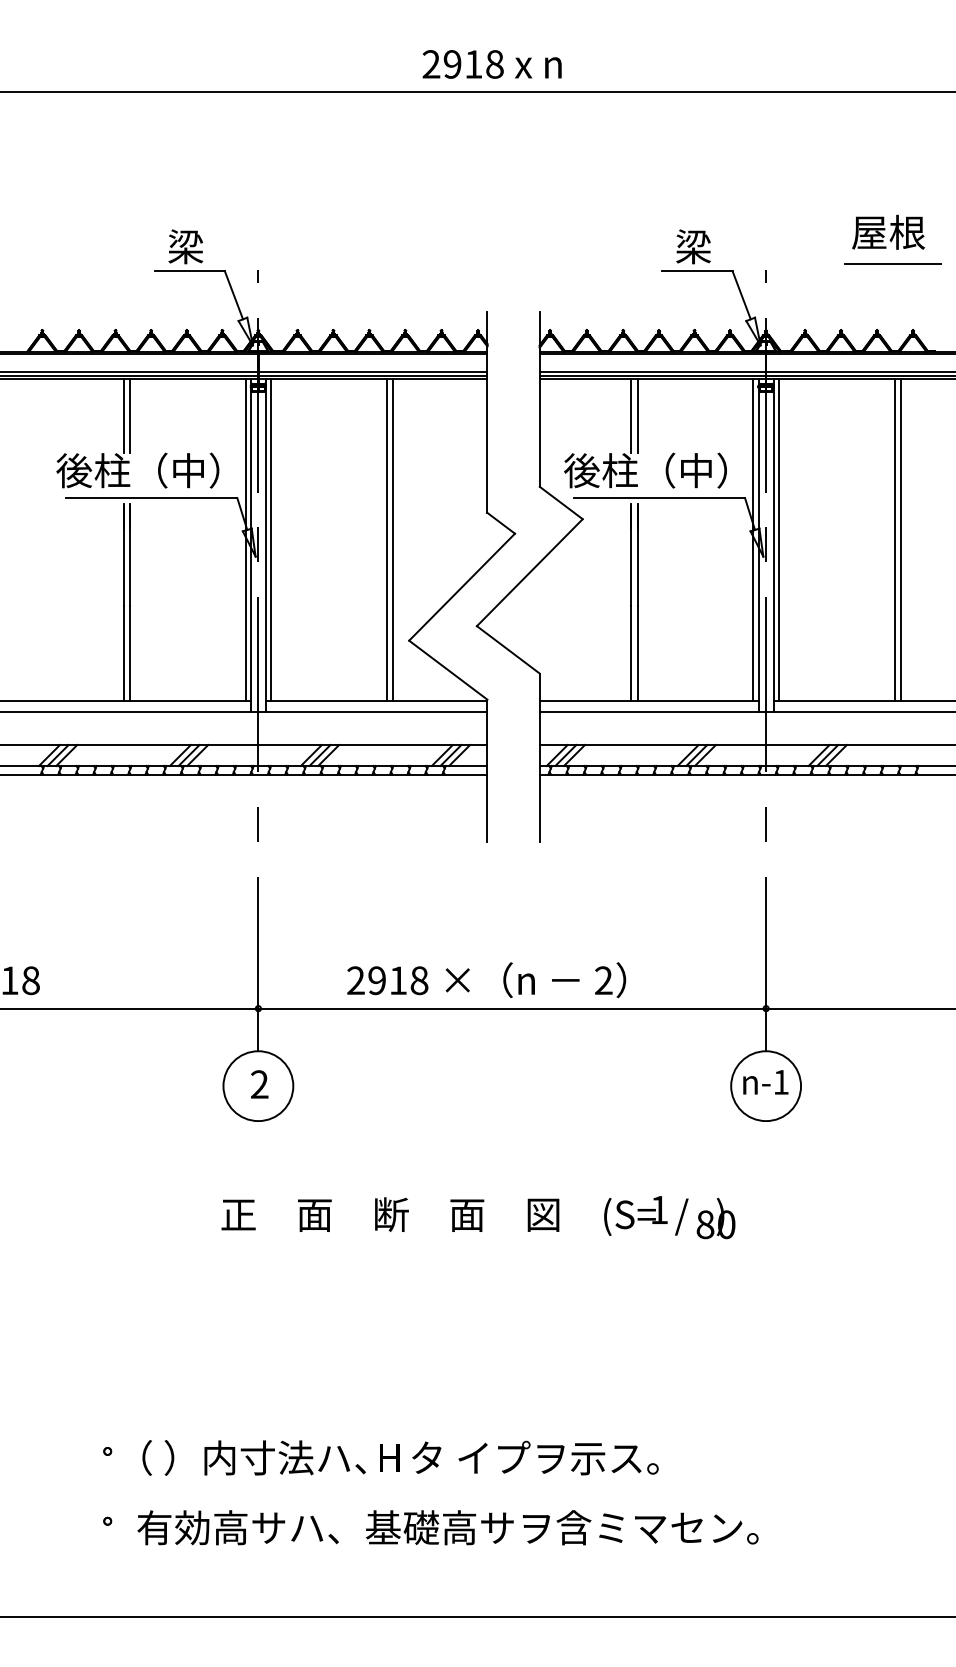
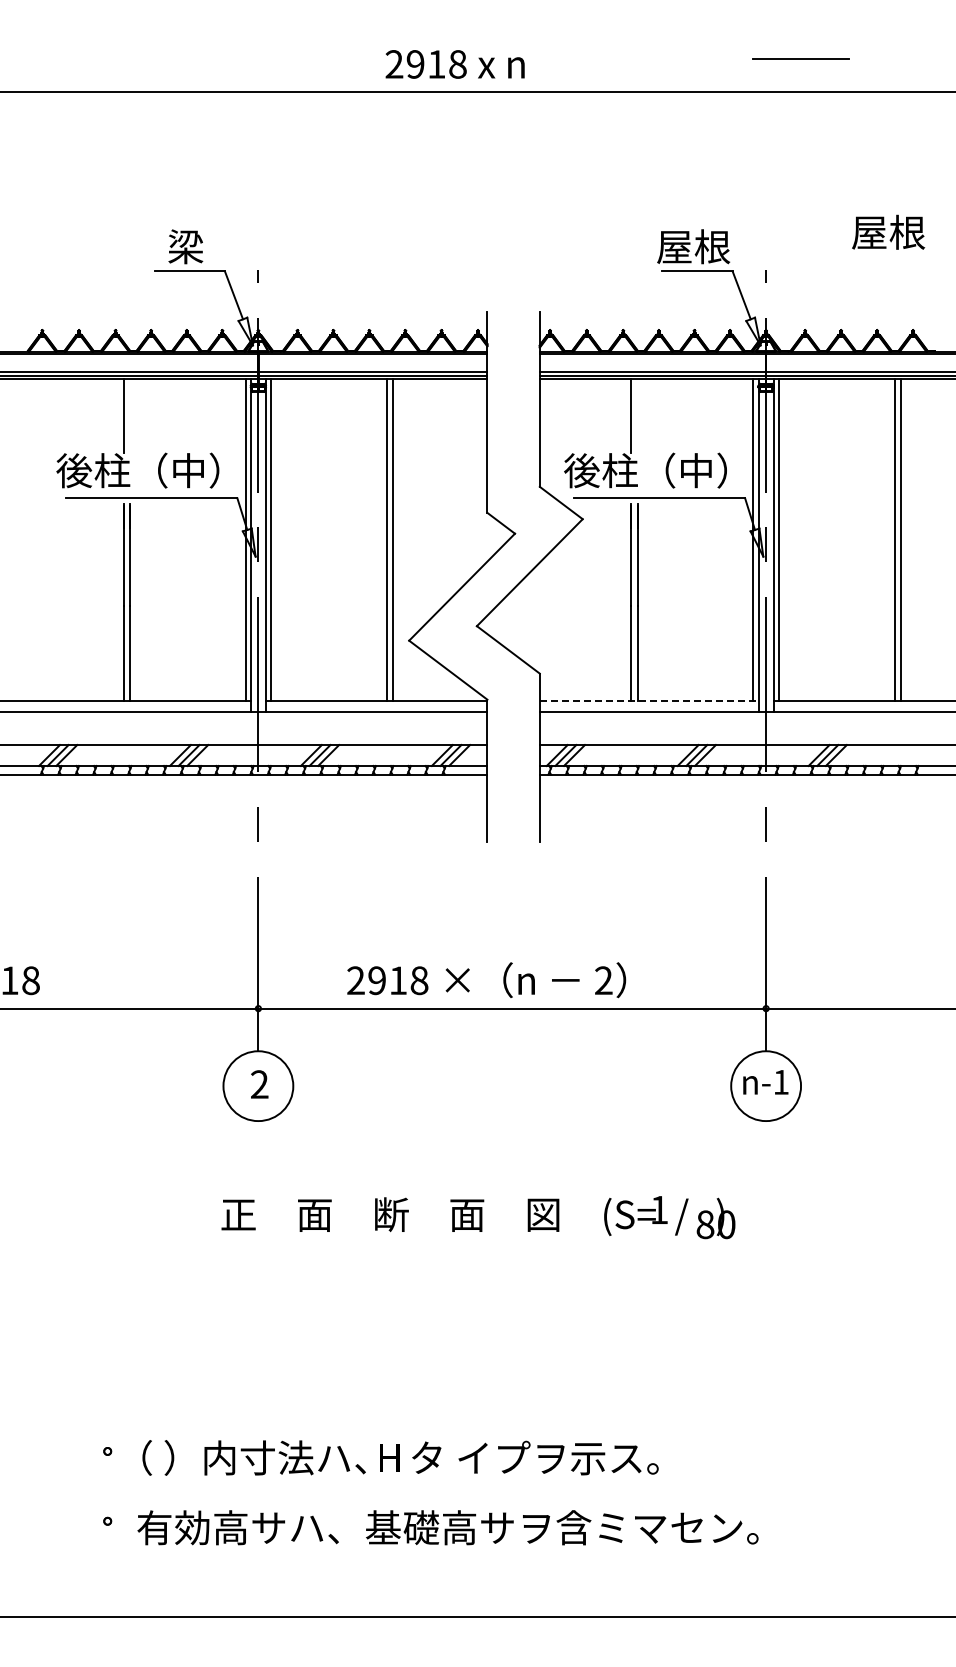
text at (491, 64) position: (491, 64) -> (454, 64)
text at (693, 246): 梁 -> 屋根
line at (892, 263) position: (892, 263) -> (800, 58)
line at (129, 415): present -> none
line at (637, 415): present -> none
line at (649, 701): solid -> dashed
